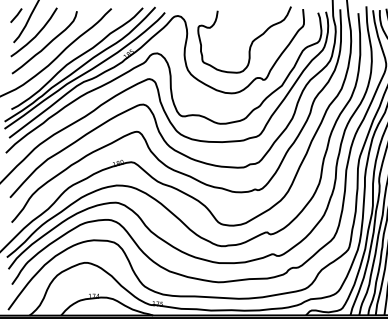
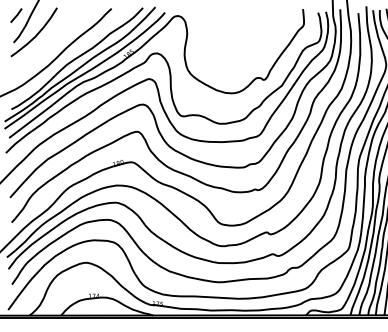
curve at (251, 41): present -> none
curve at (46, 44): present -> none
